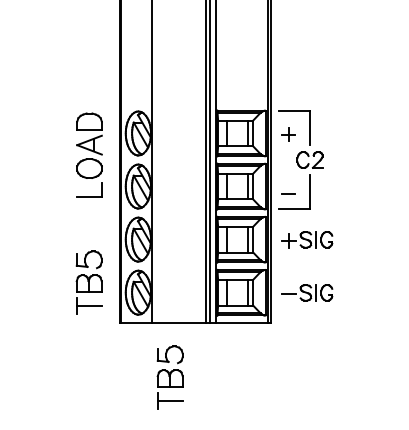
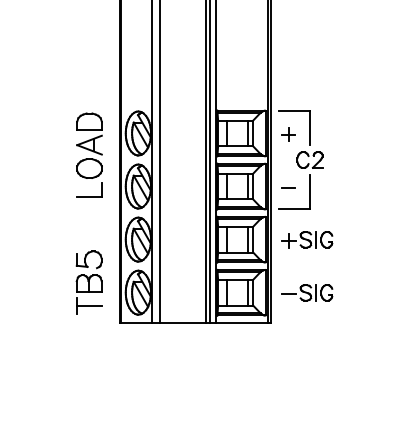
line at (160, 162): none -> present
line at (288, 193) position: (288, 193) -> (288, 187)
part at (169, 377): present -> none
